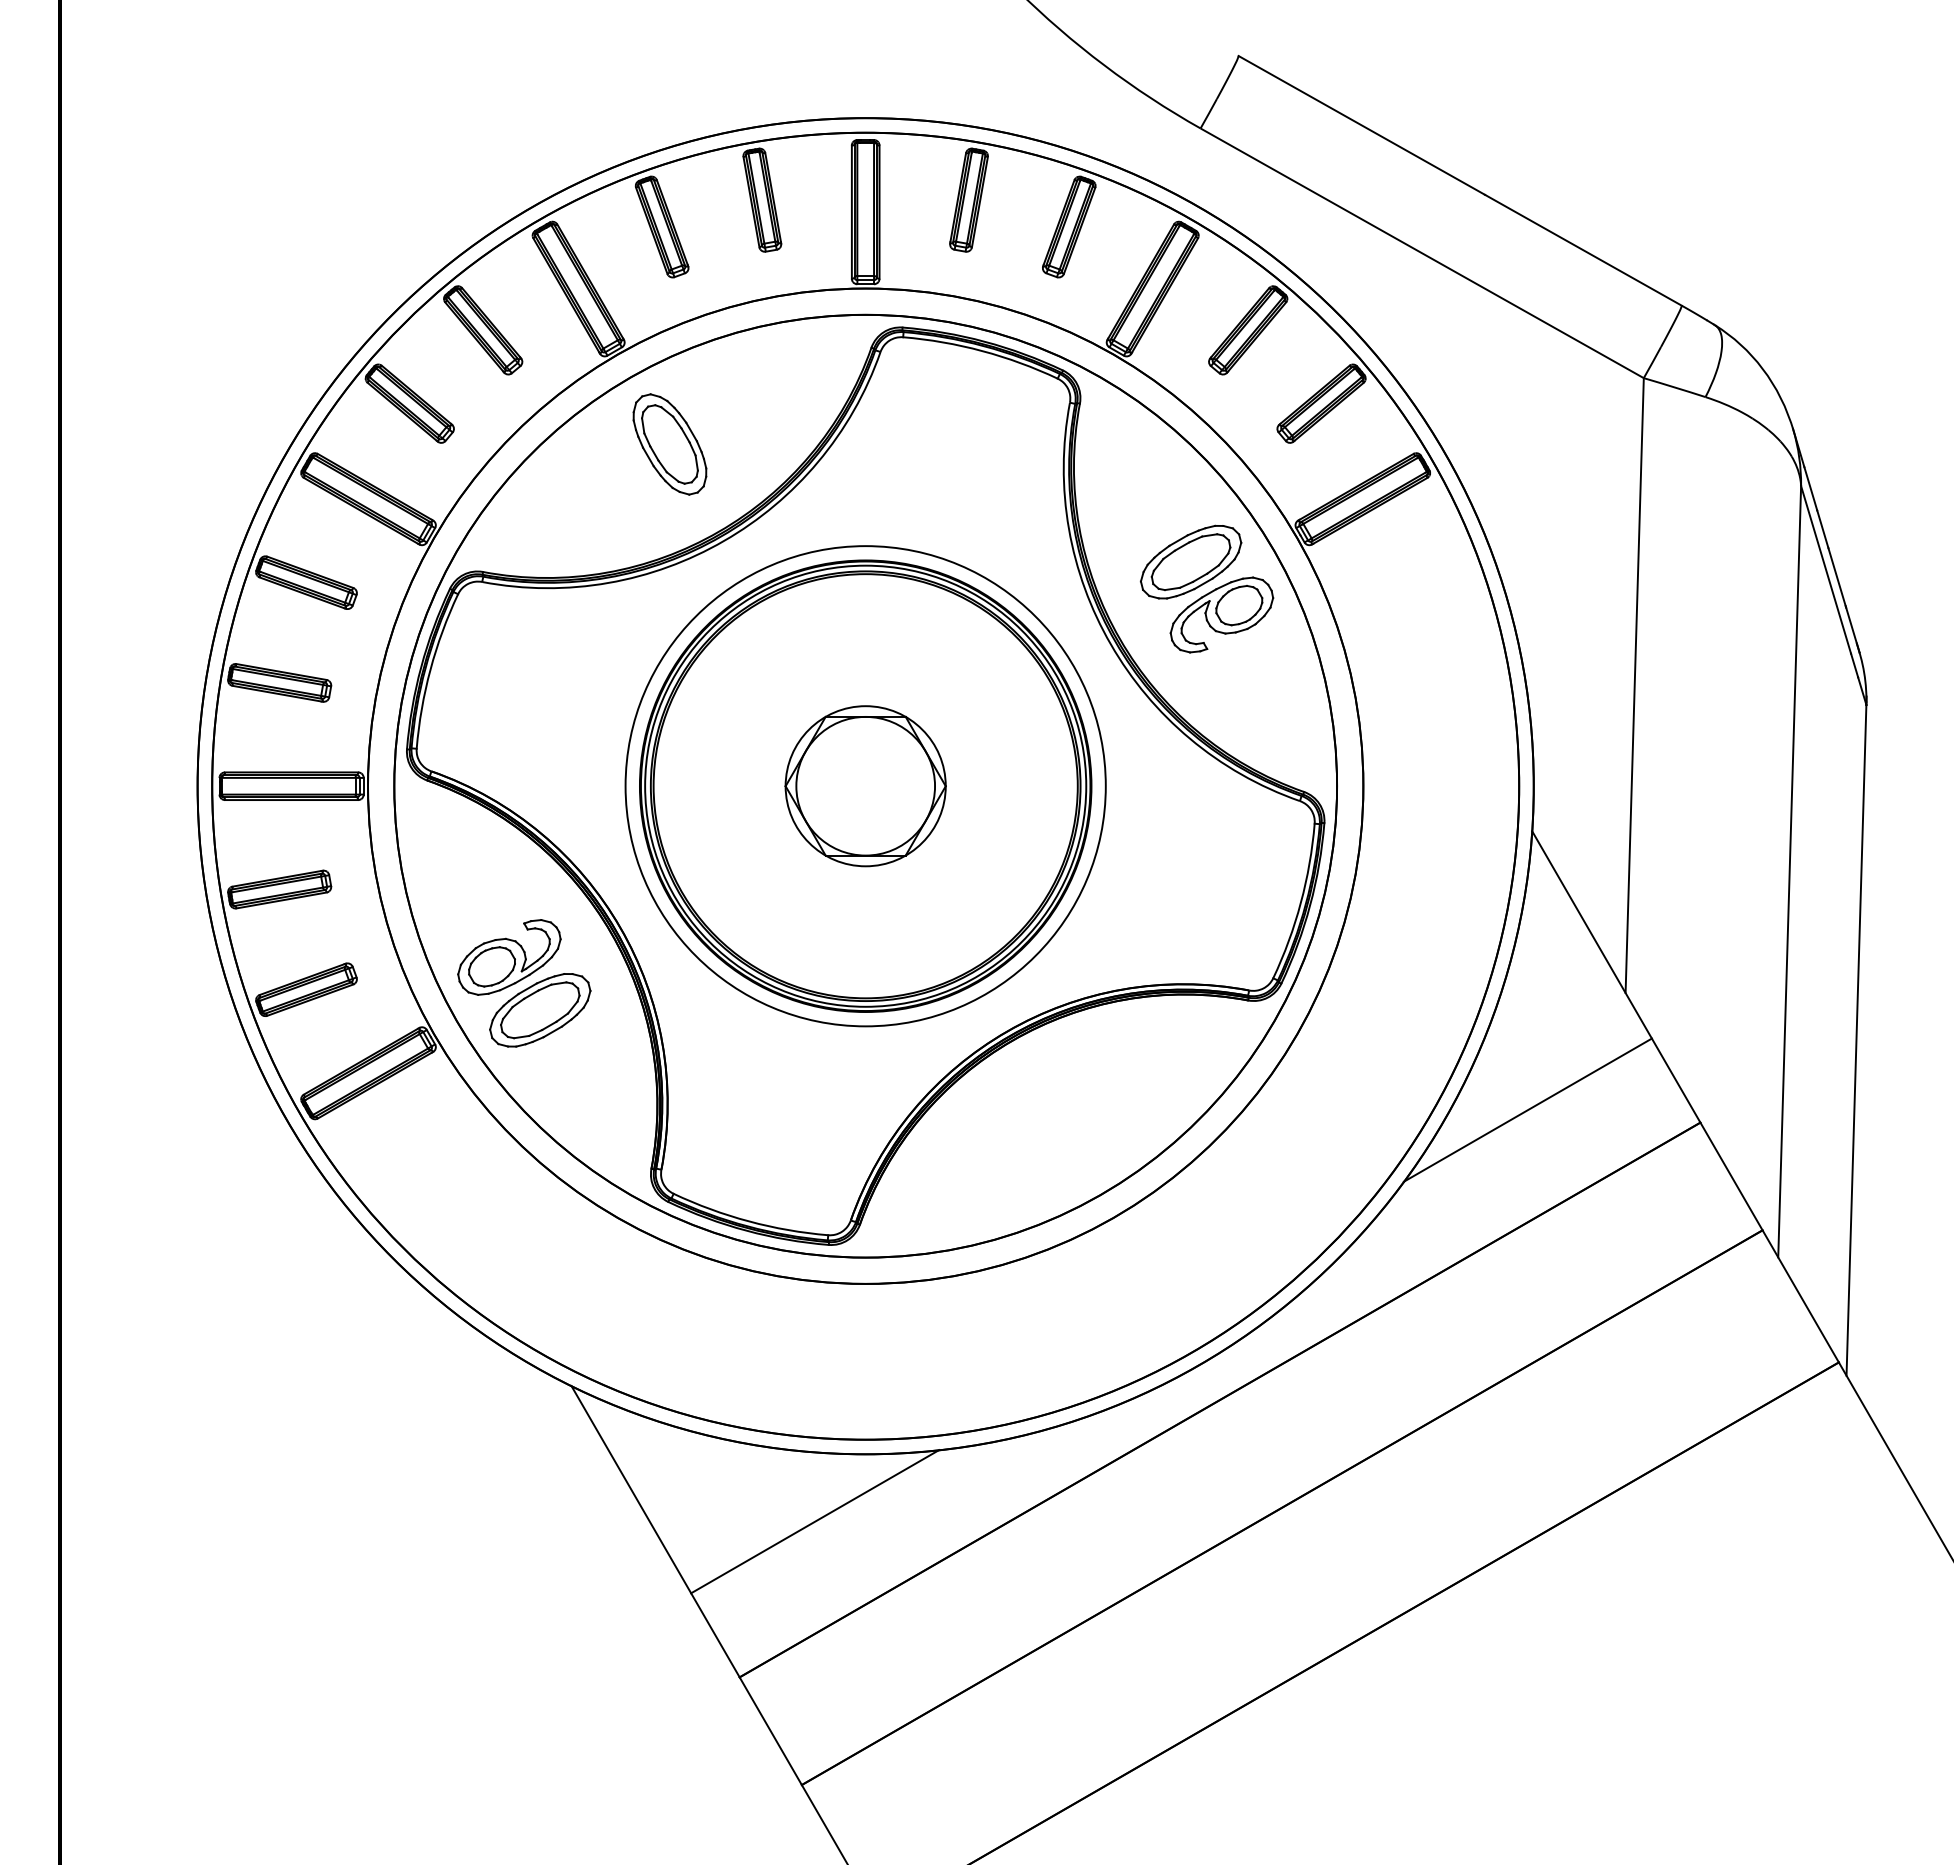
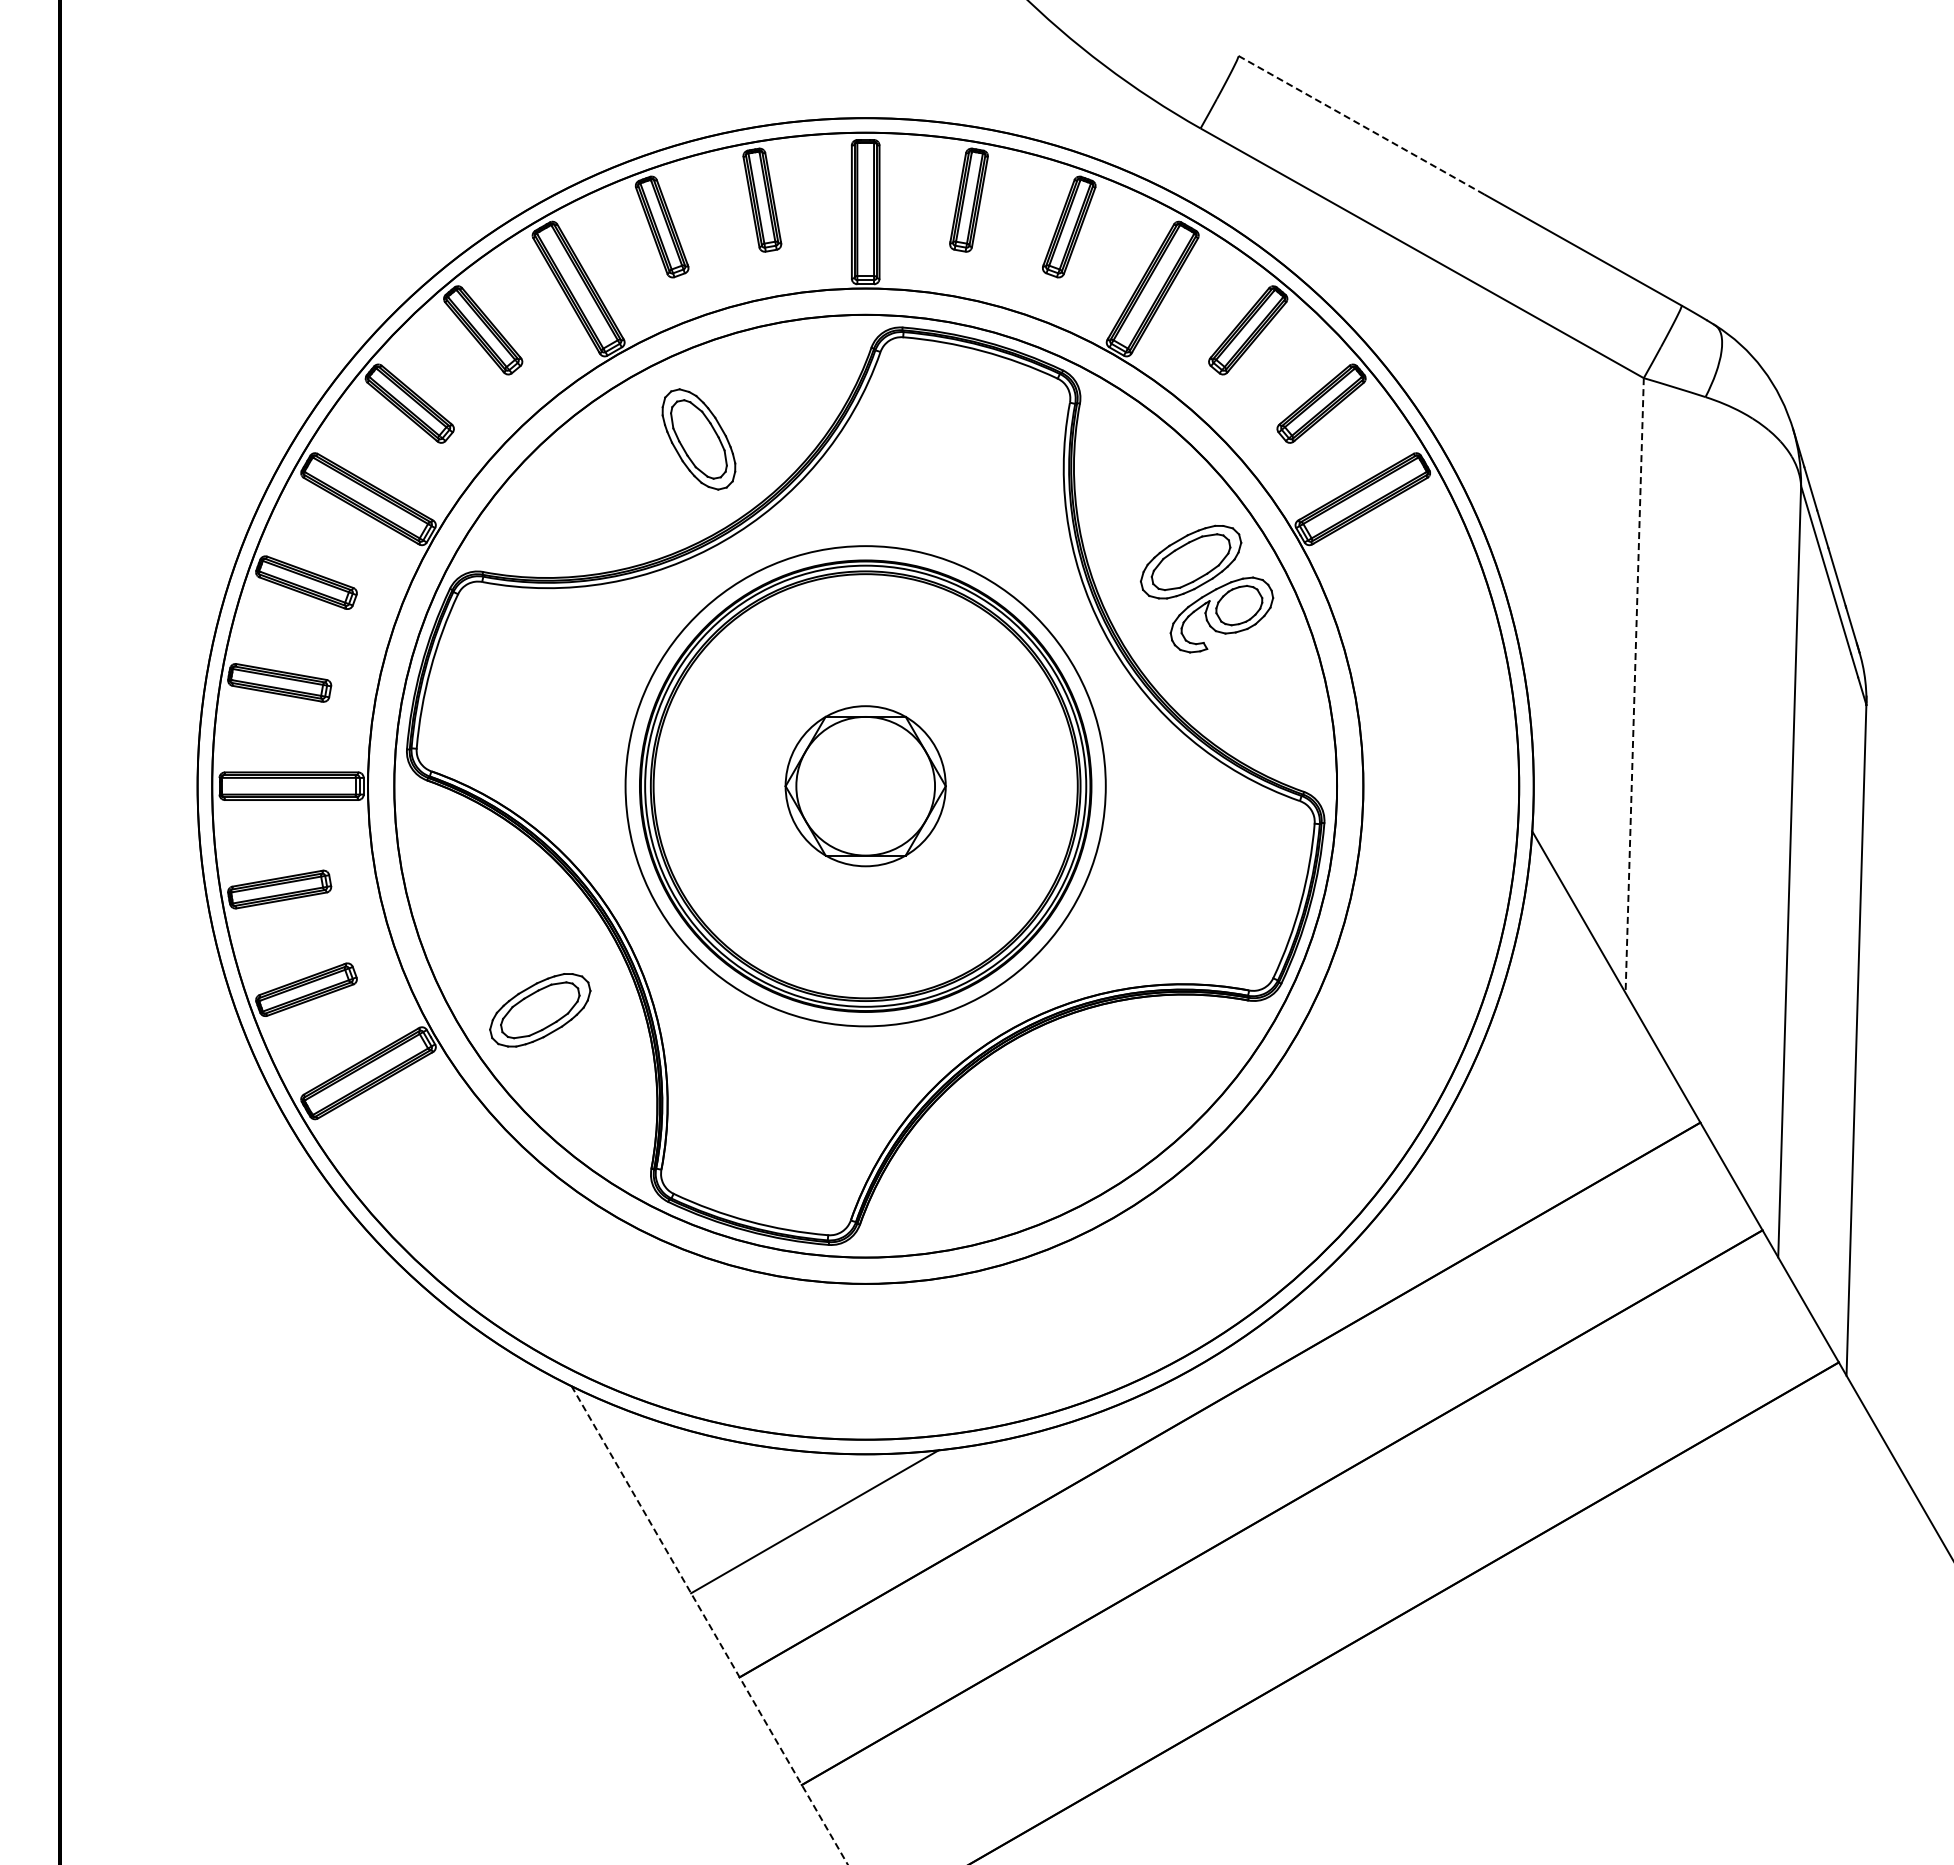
line at (1362, 125): solid -> dashed
part at (669, 444) position: (669, 444) -> (698, 439)
line at (1634, 685): solid -> dashed
part at (509, 957): present -> none
line at (1527, 1109): present -> none
line at (709, 1625): solid -> dashed
